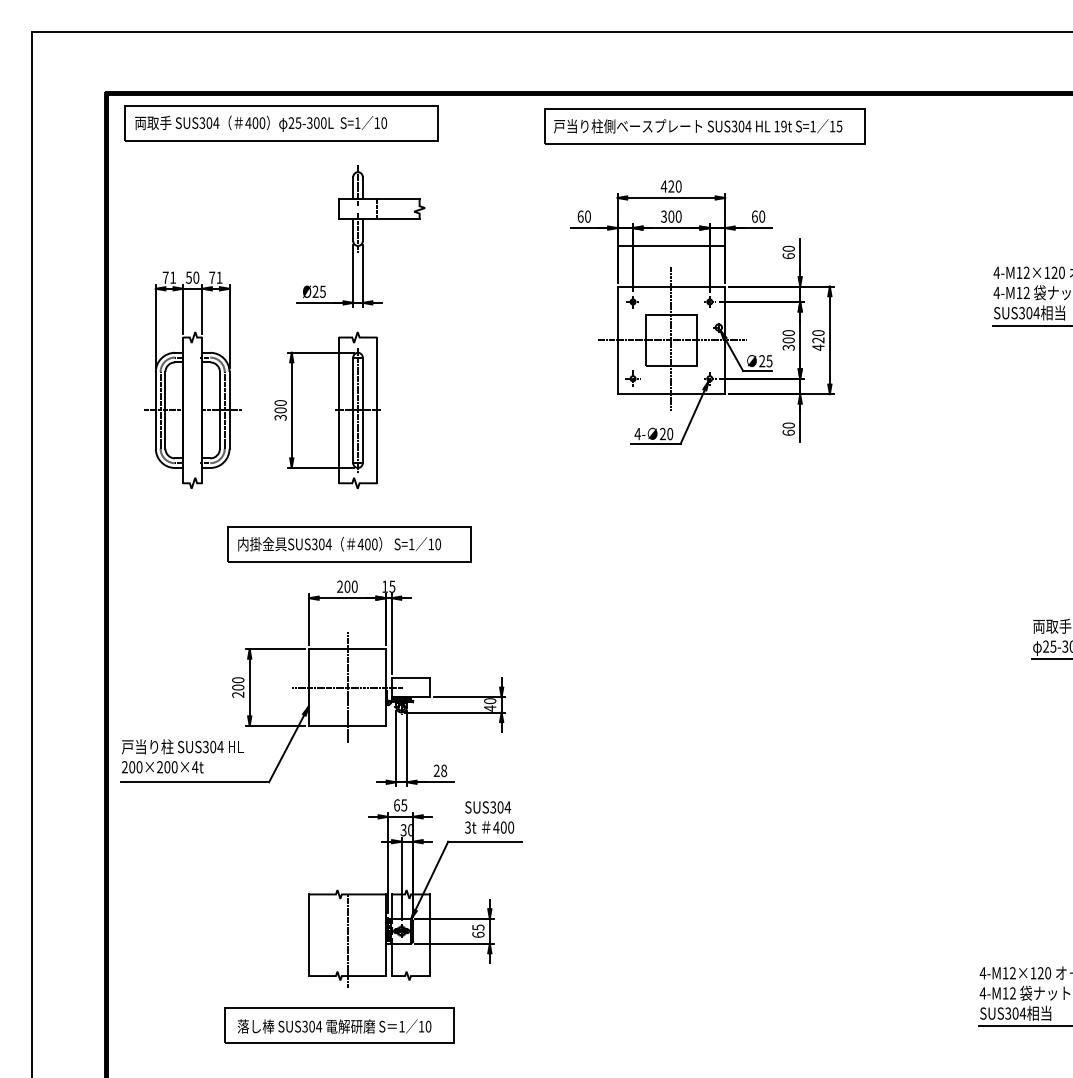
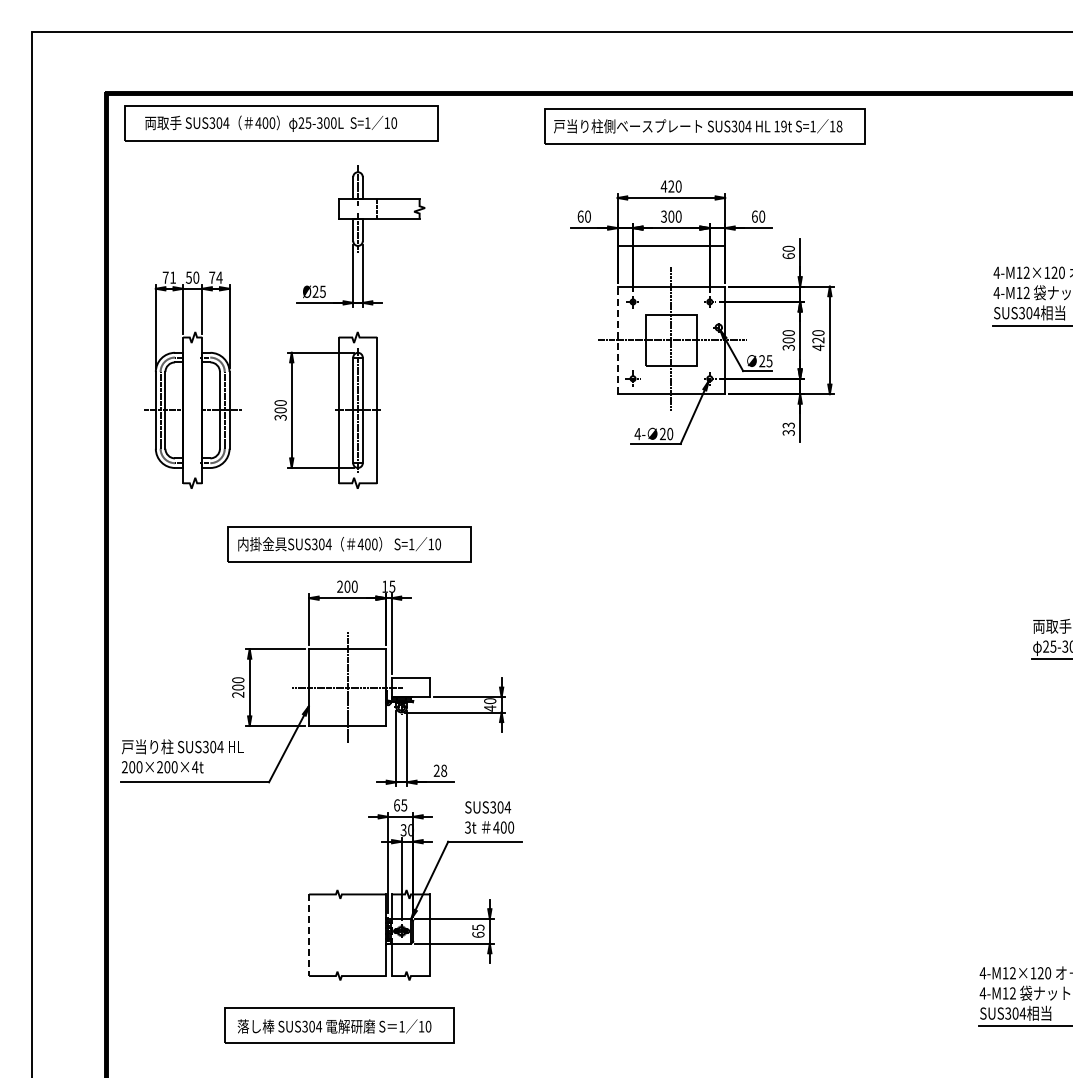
text at (261, 123) position: (261, 123) -> (271, 123)
text at (839, 126): 15 -> 18
text at (219, 277): 71 -> 74
line at (617, 340): solid -> dashed
text at (788, 428): 60 -> 33
line at (309, 935): solid -> dashed
line at (347, 941): present -> none
